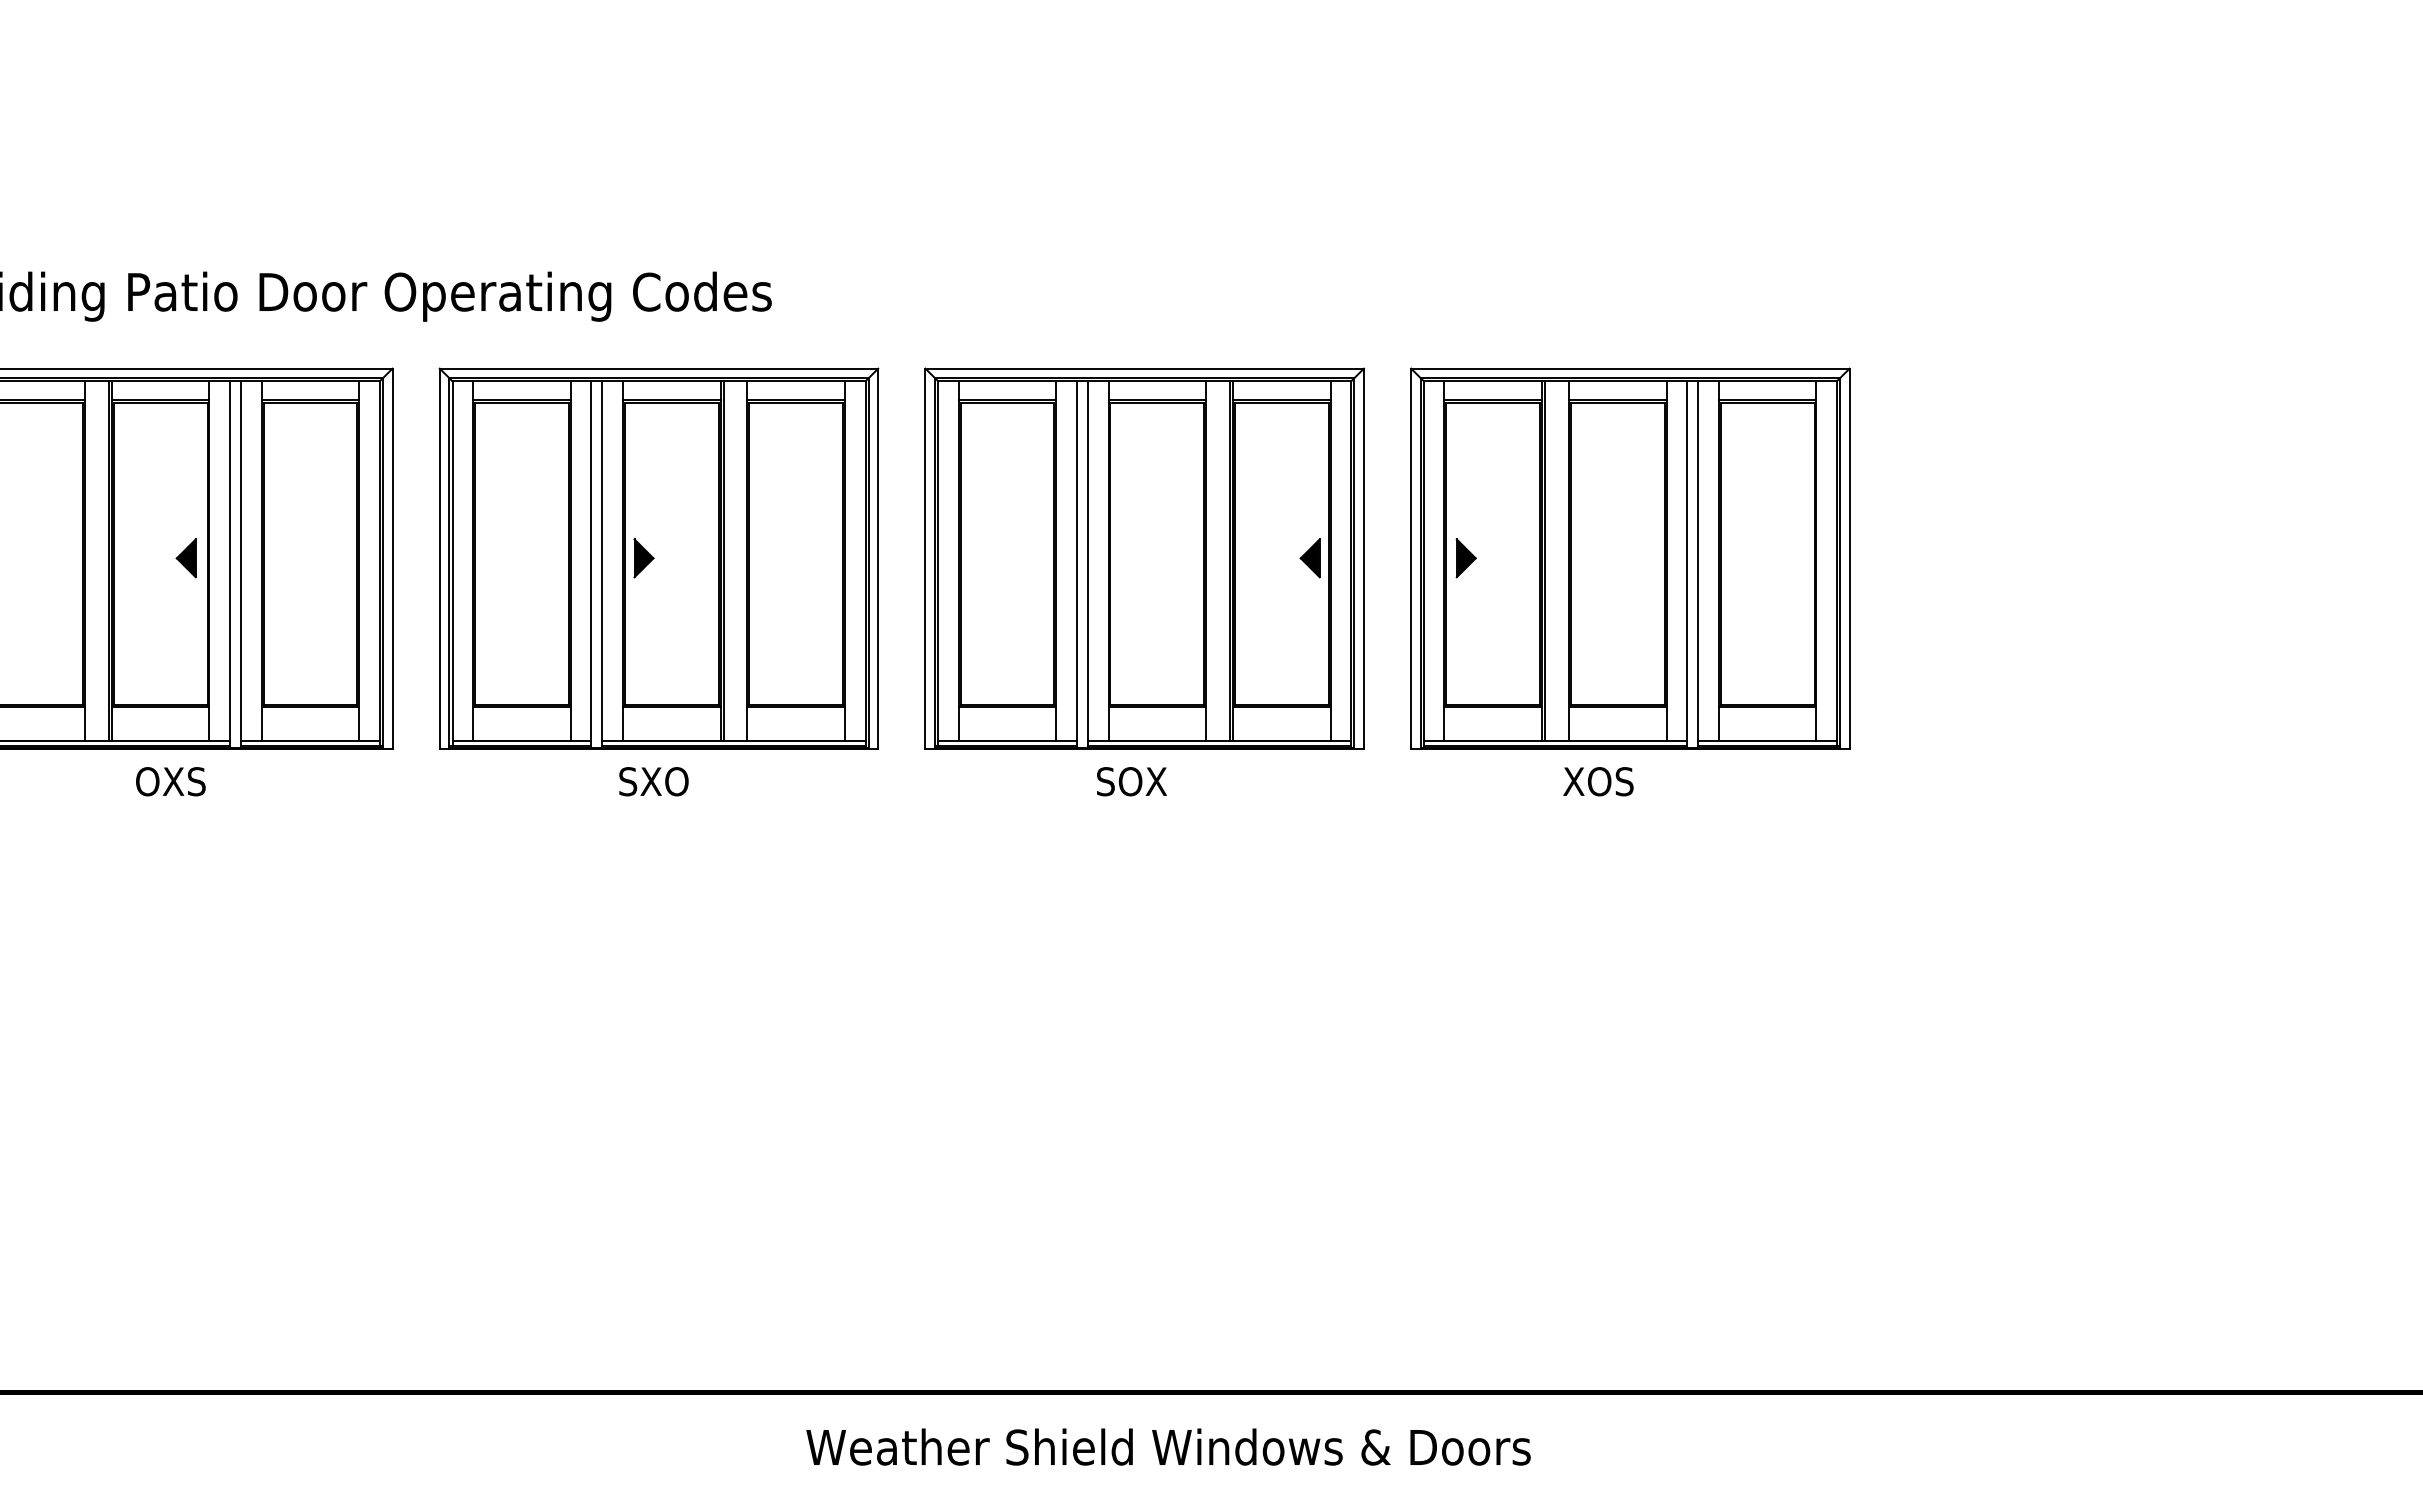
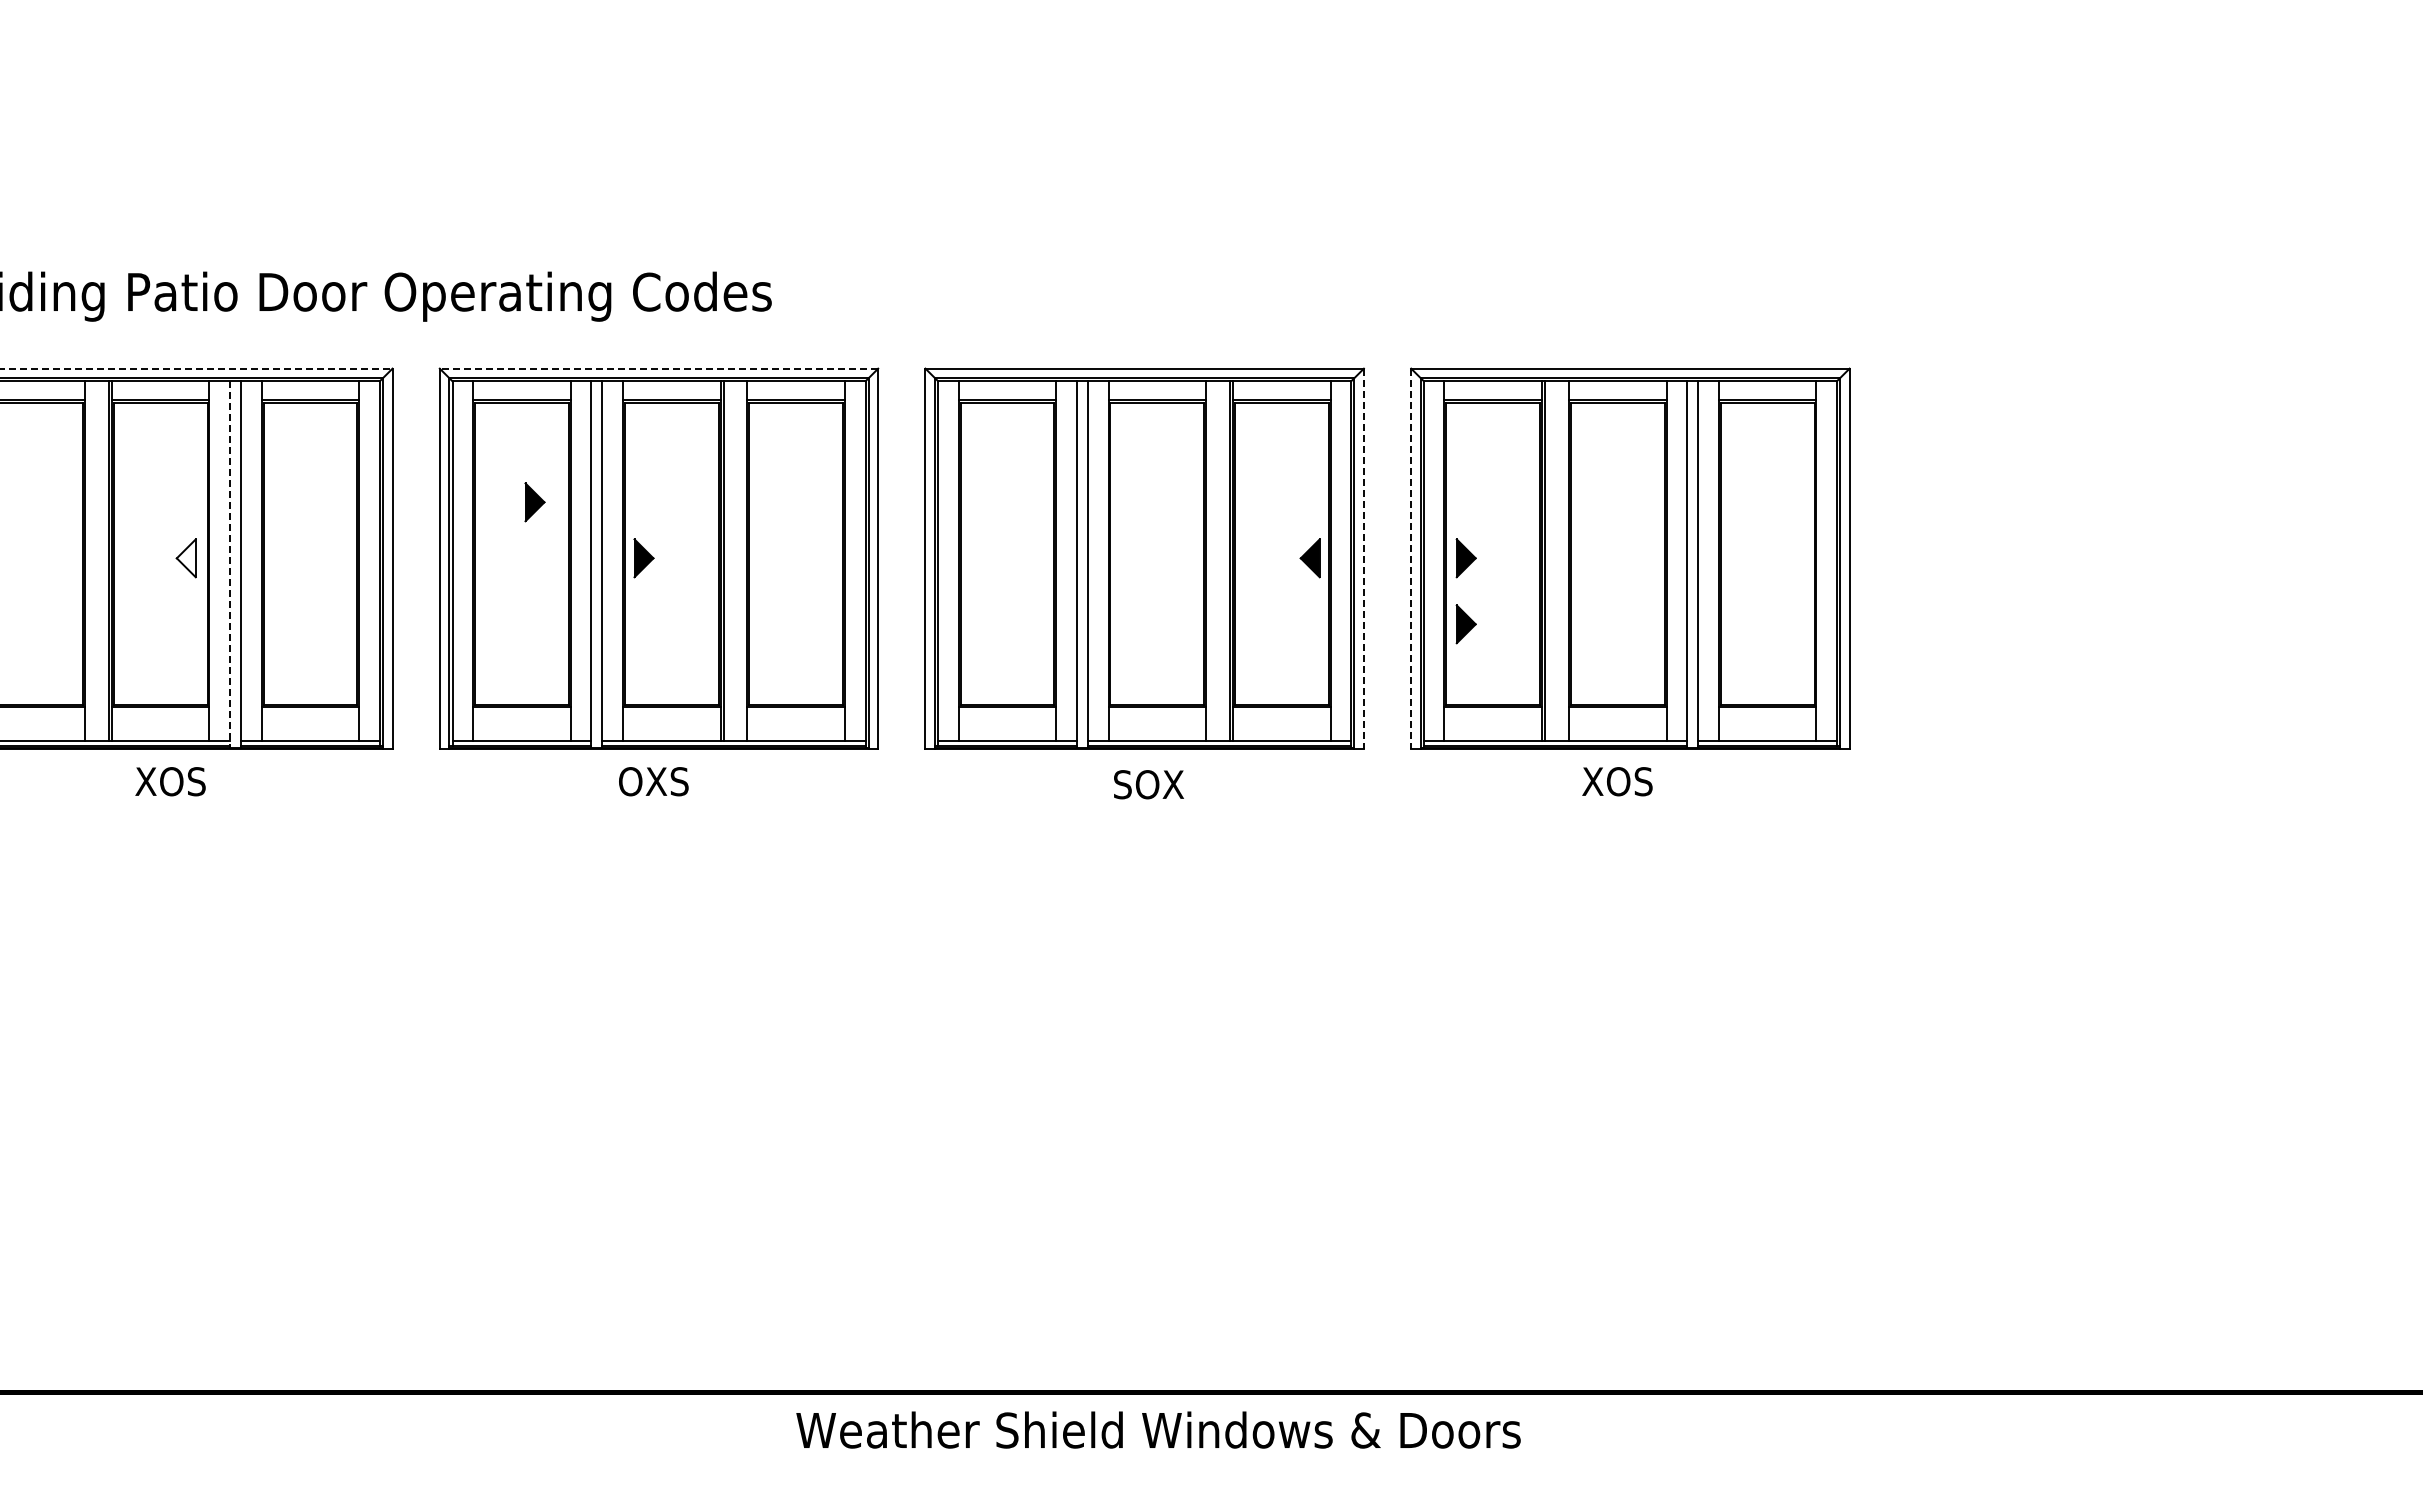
line at (196, 368): solid -> dashed
line at (658, 368): solid -> dashed
part at (534, 502): none -> present
fill at (185, 558): present -> none
line at (1363, 559): solid -> dashed
line at (1411, 559): solid -> dashed
line at (230, 564): solid -> dashed
part at (1465, 624): none -> present
text at (159, 781): OXS -> XOS
text at (653, 781): SXO -> OXS
text at (1131, 781) position: (1131, 781) -> (1148, 784)
text at (1598, 781) position: (1598, 781) -> (1617, 781)
text at (1168, 1446) position: (1168, 1446) -> (1158, 1429)
